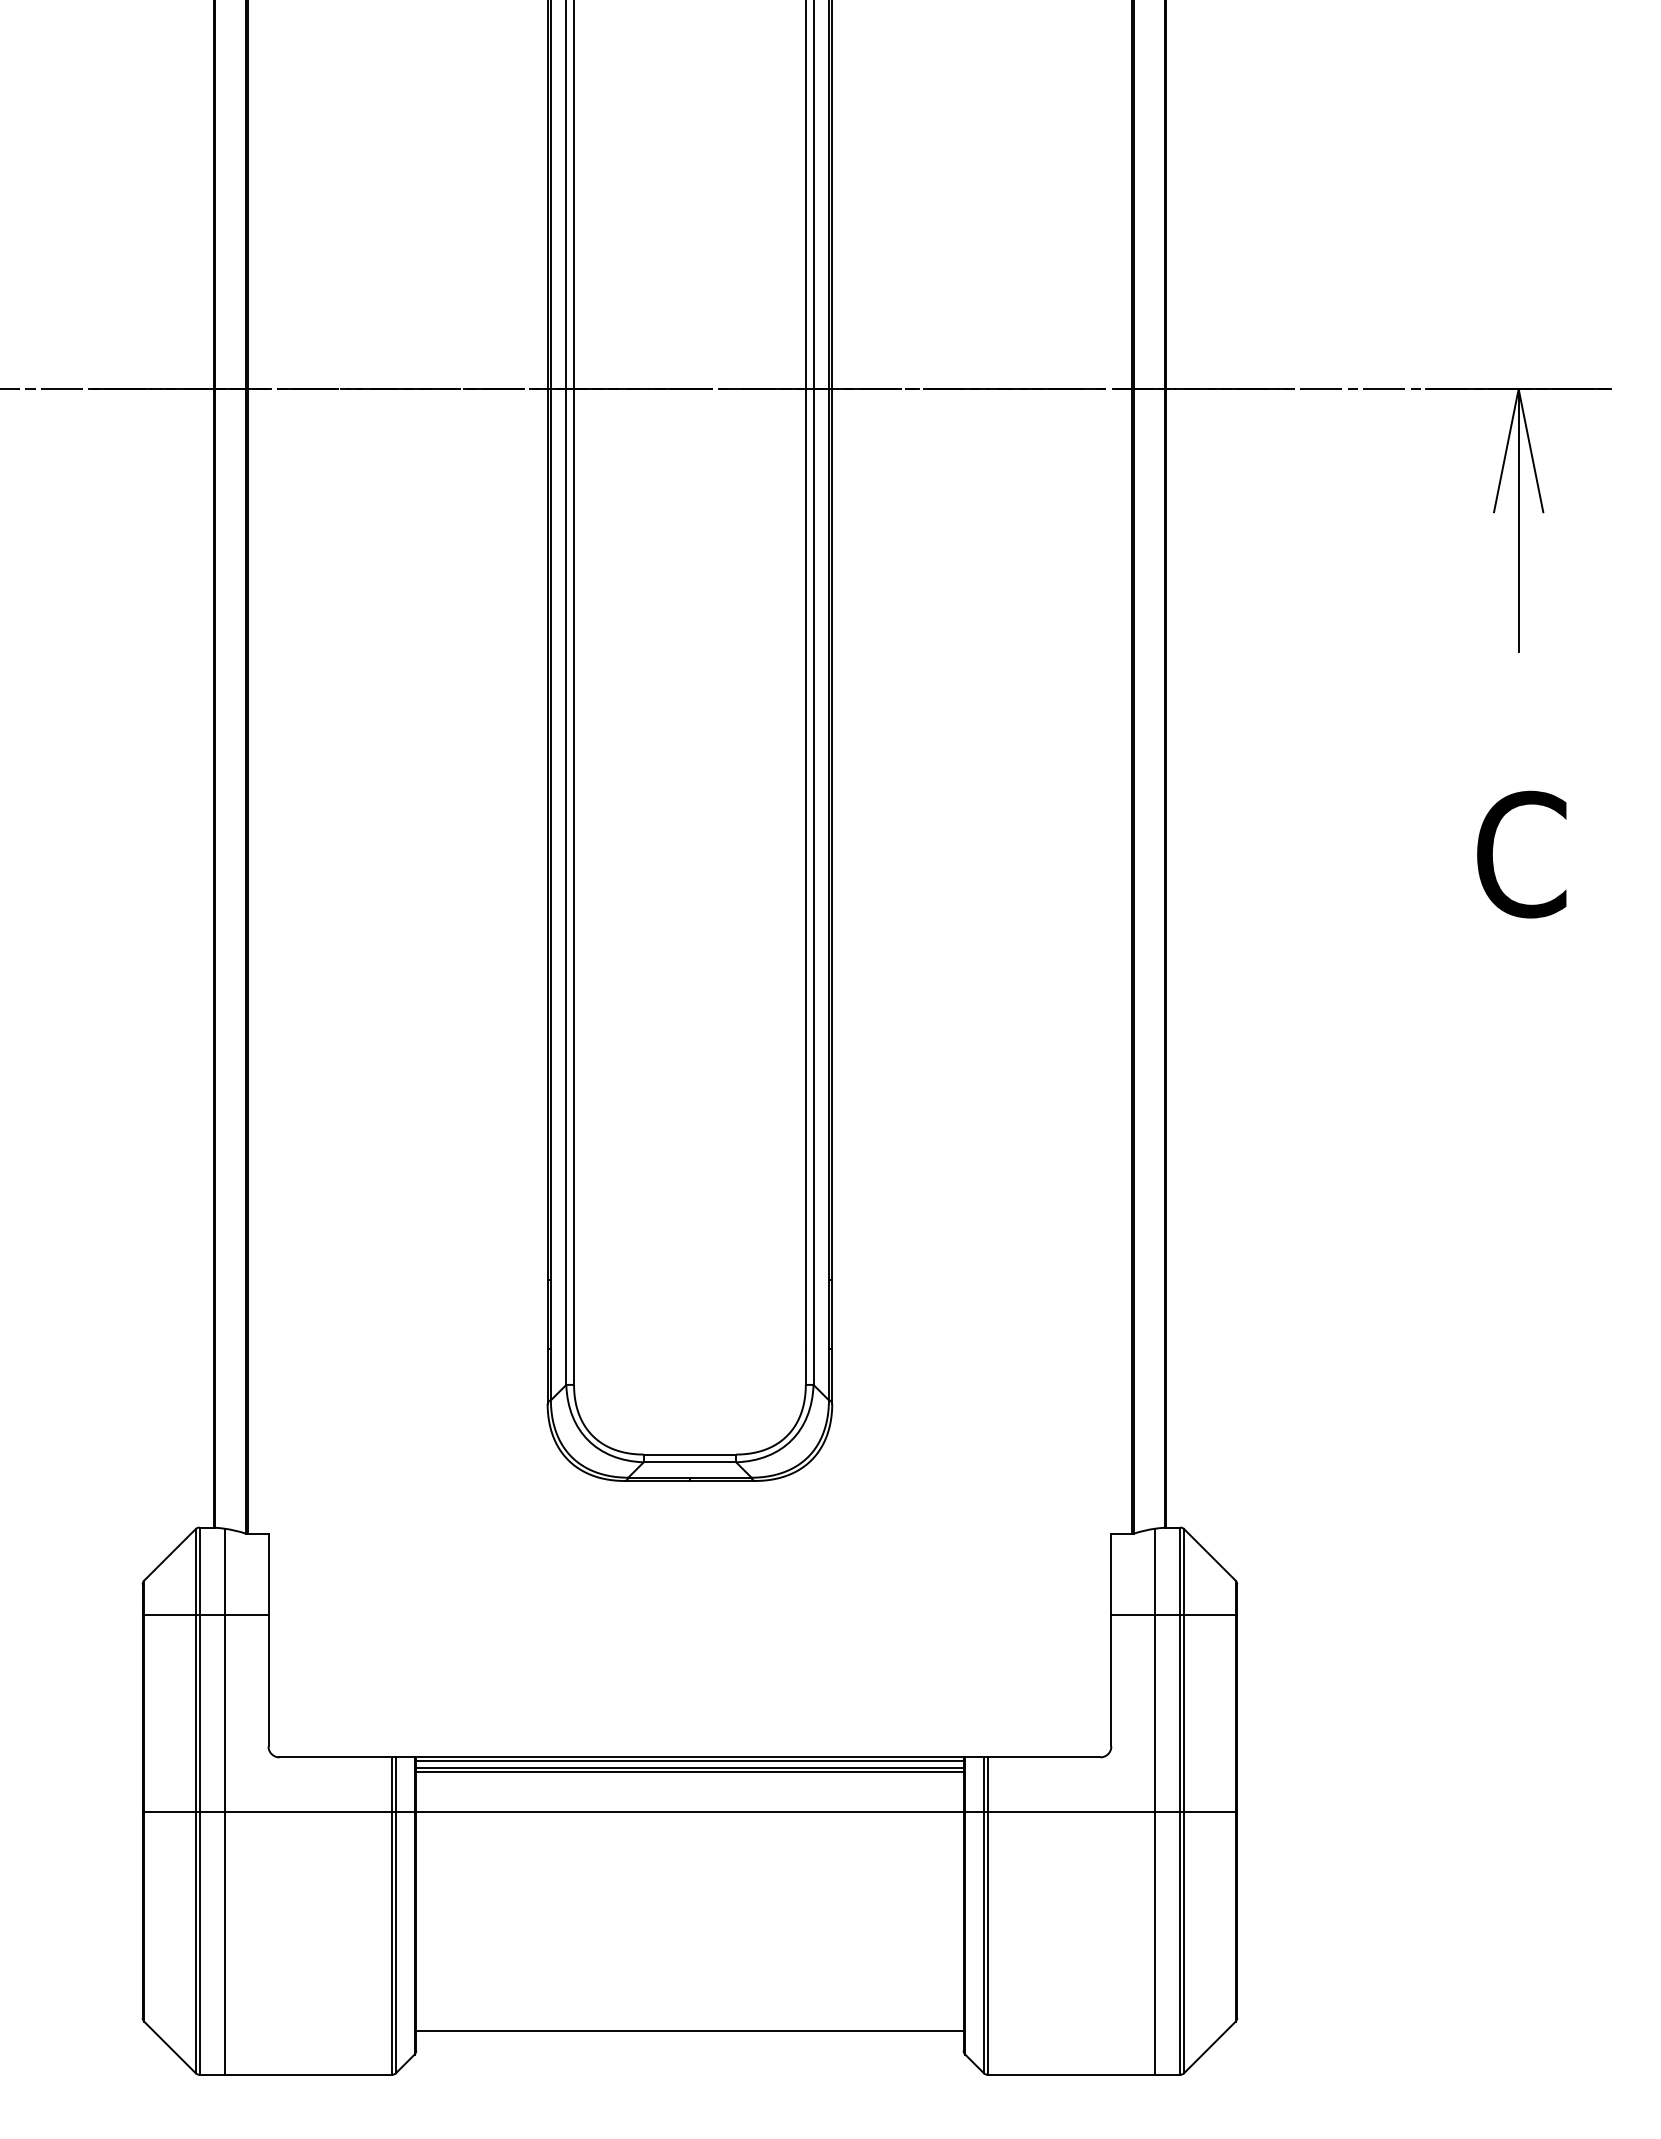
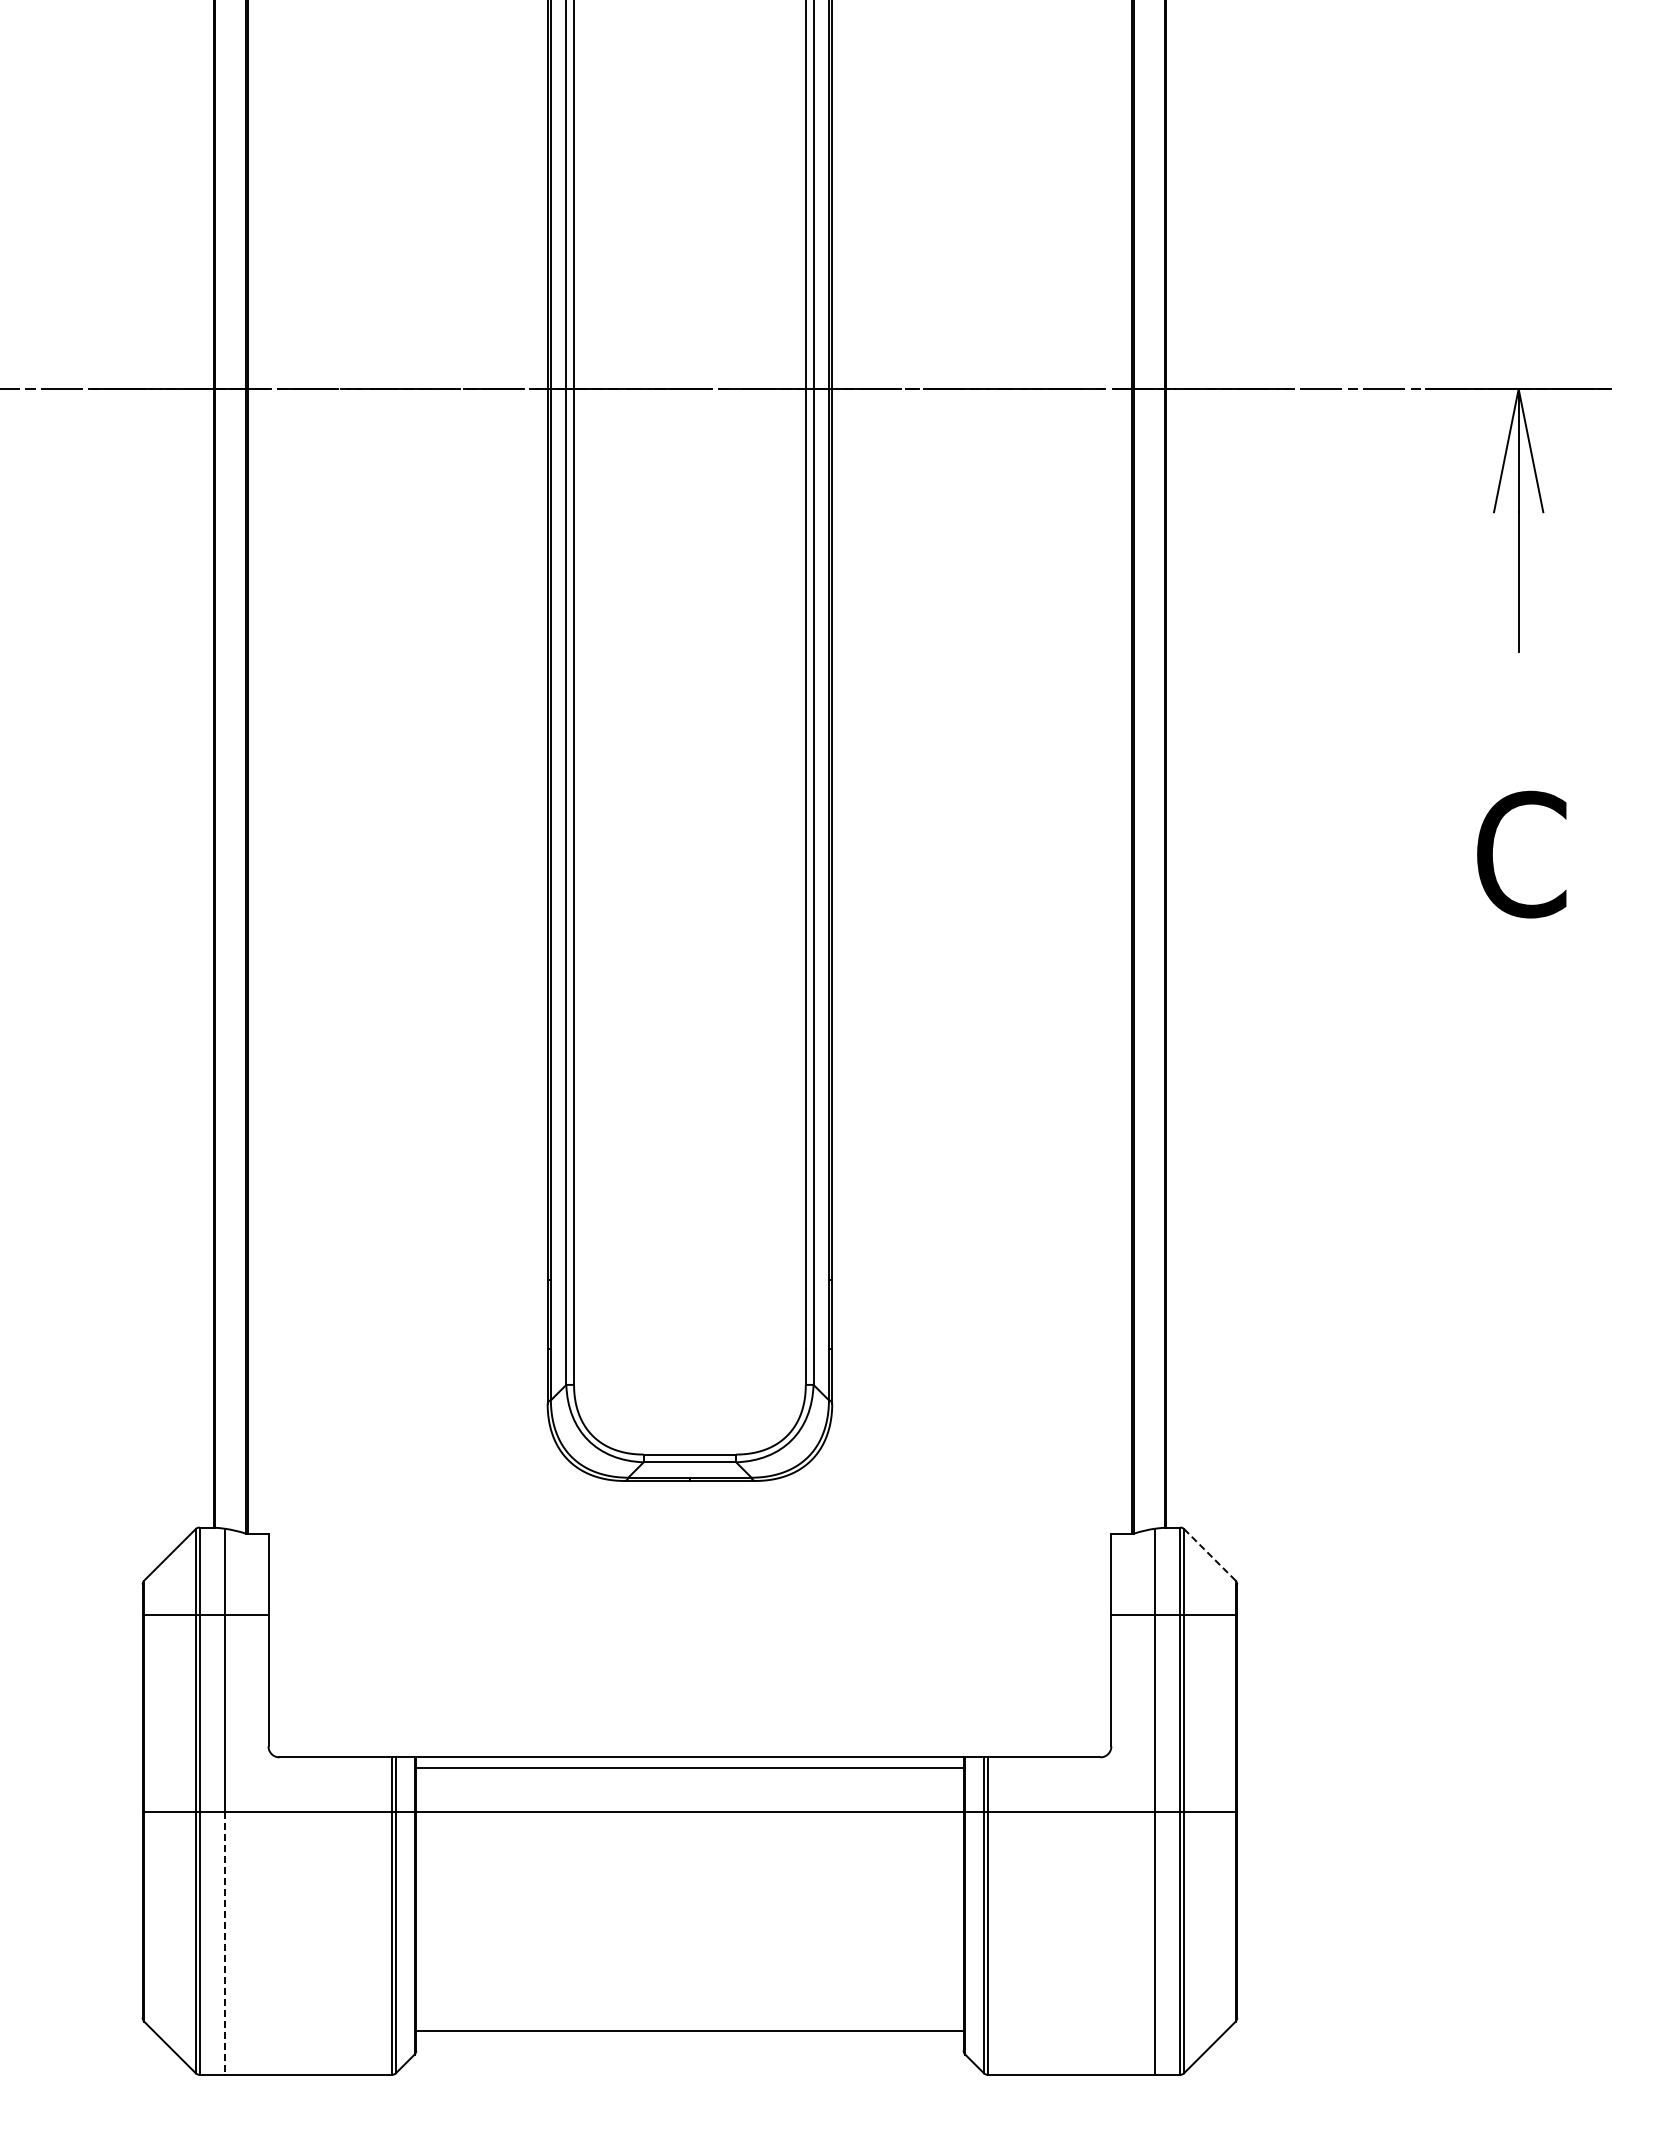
line at (1209, 1554): solid -> dashed
line at (689, 1760): present -> none
line at (689, 1771): present -> none
line at (224, 1943): solid -> dashed
